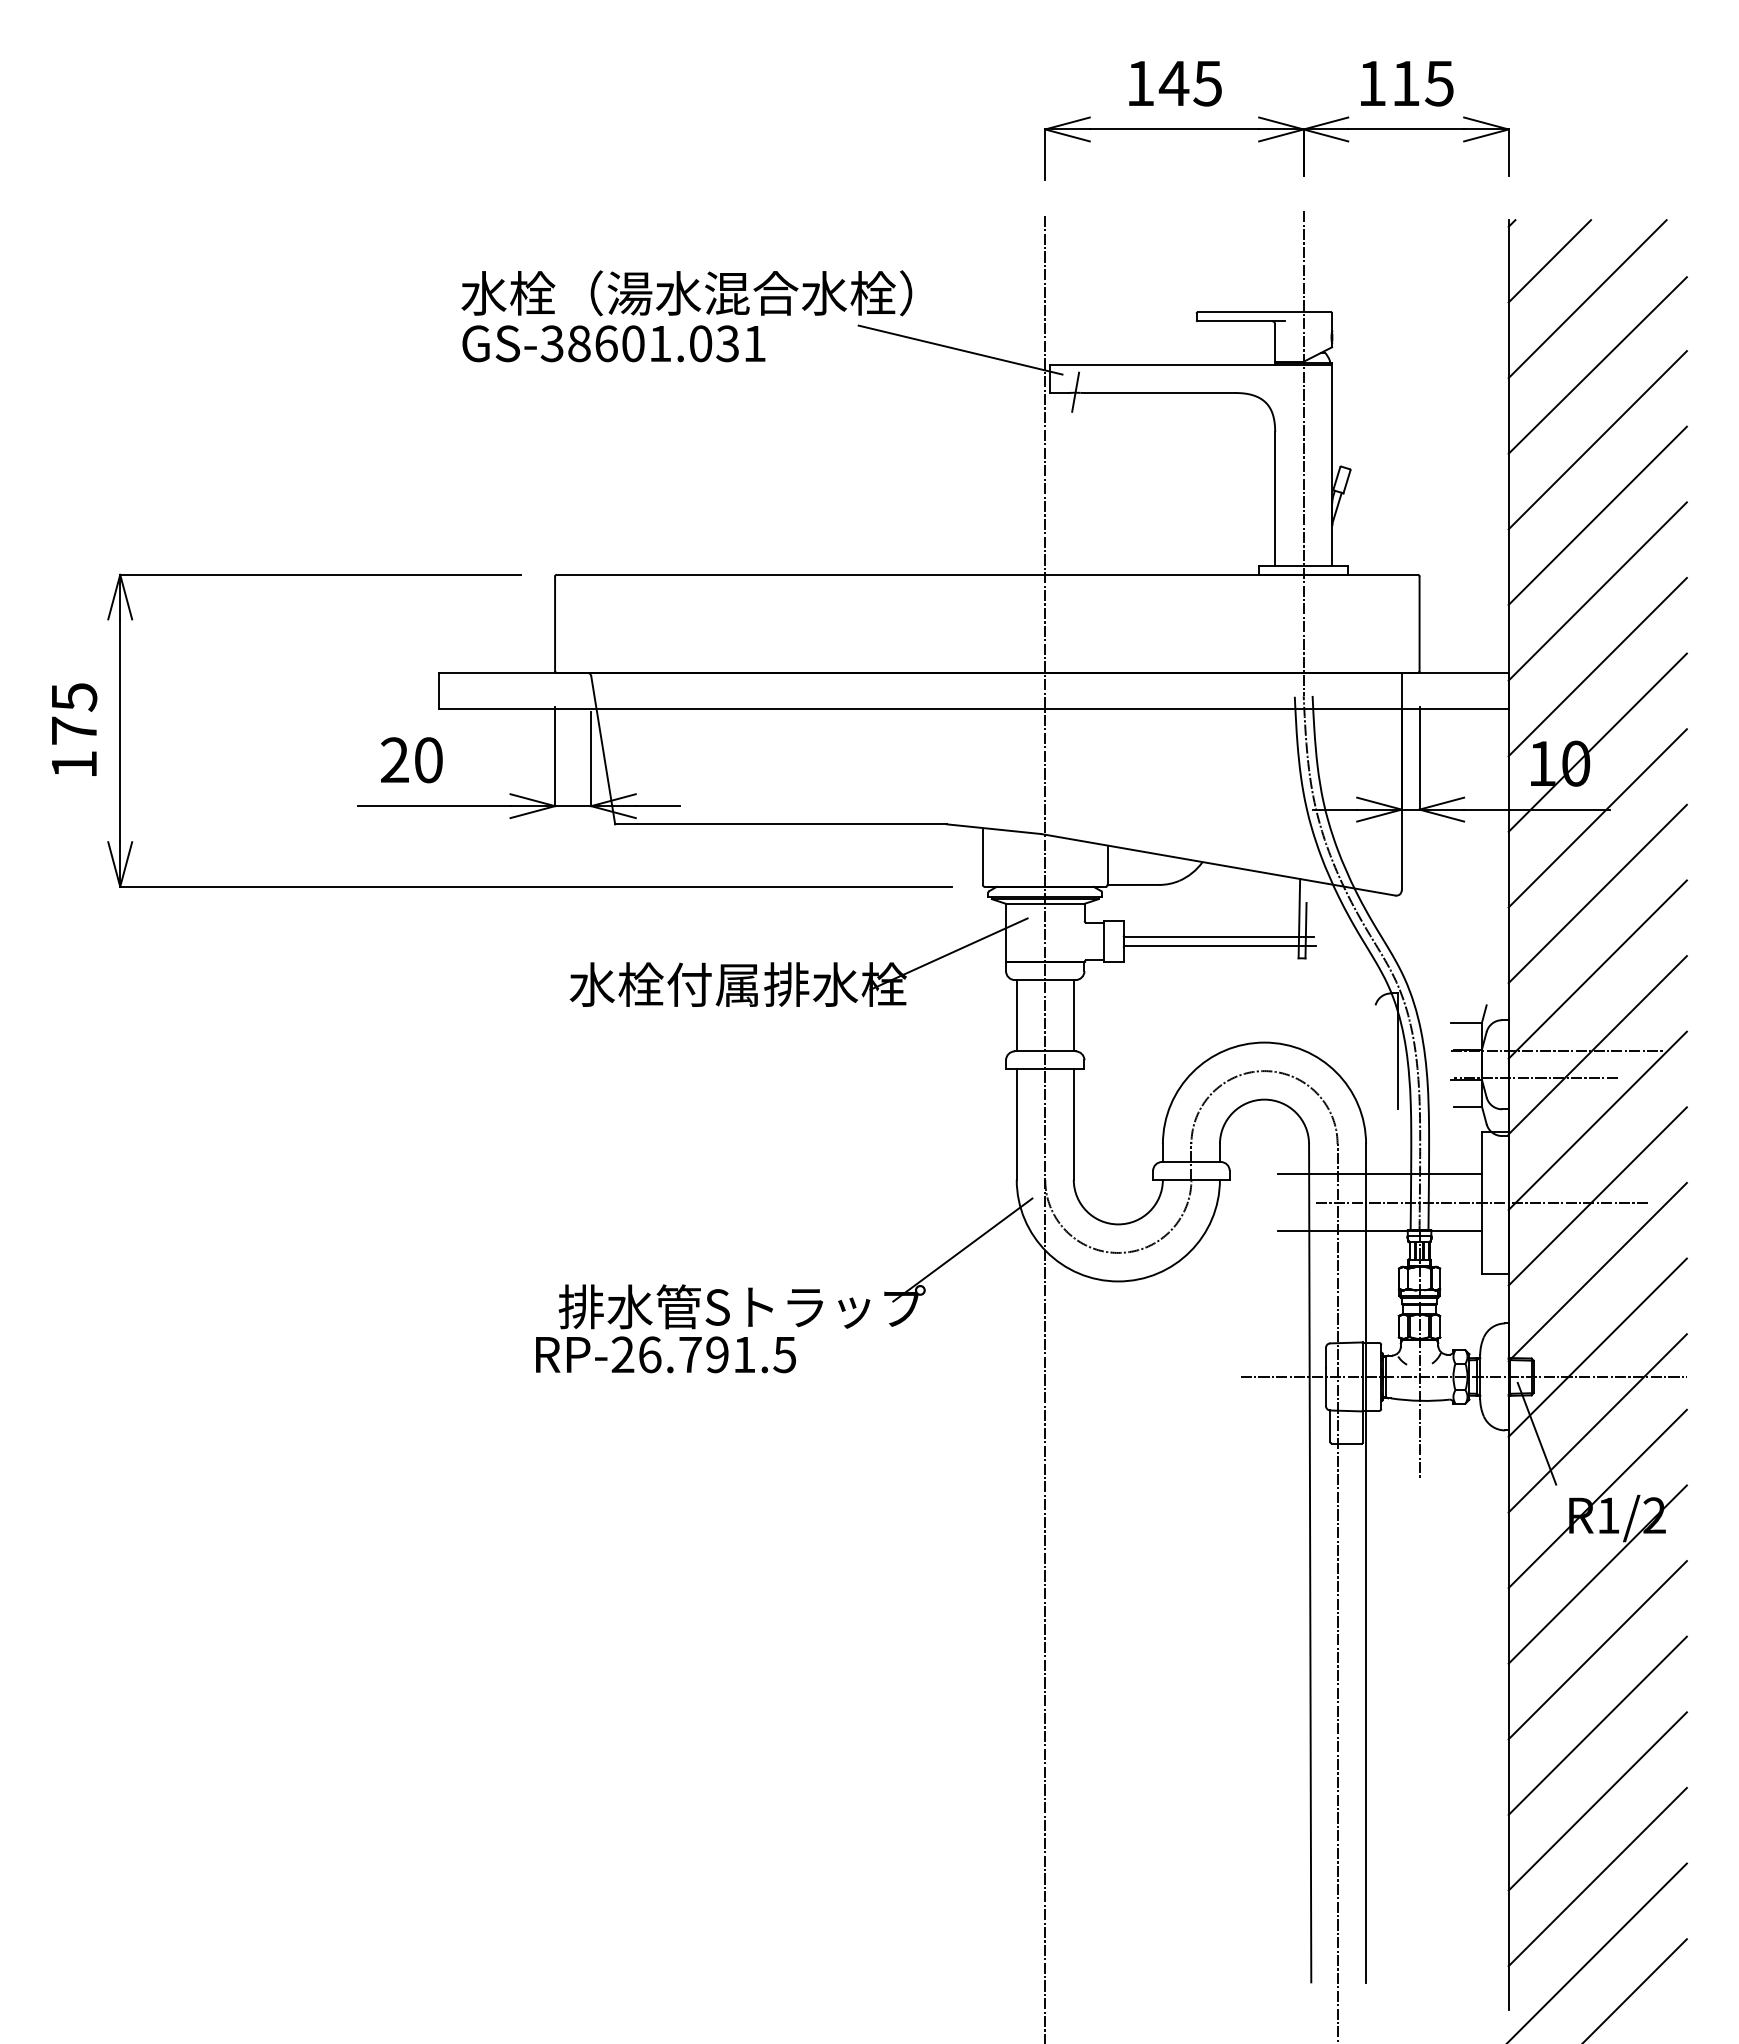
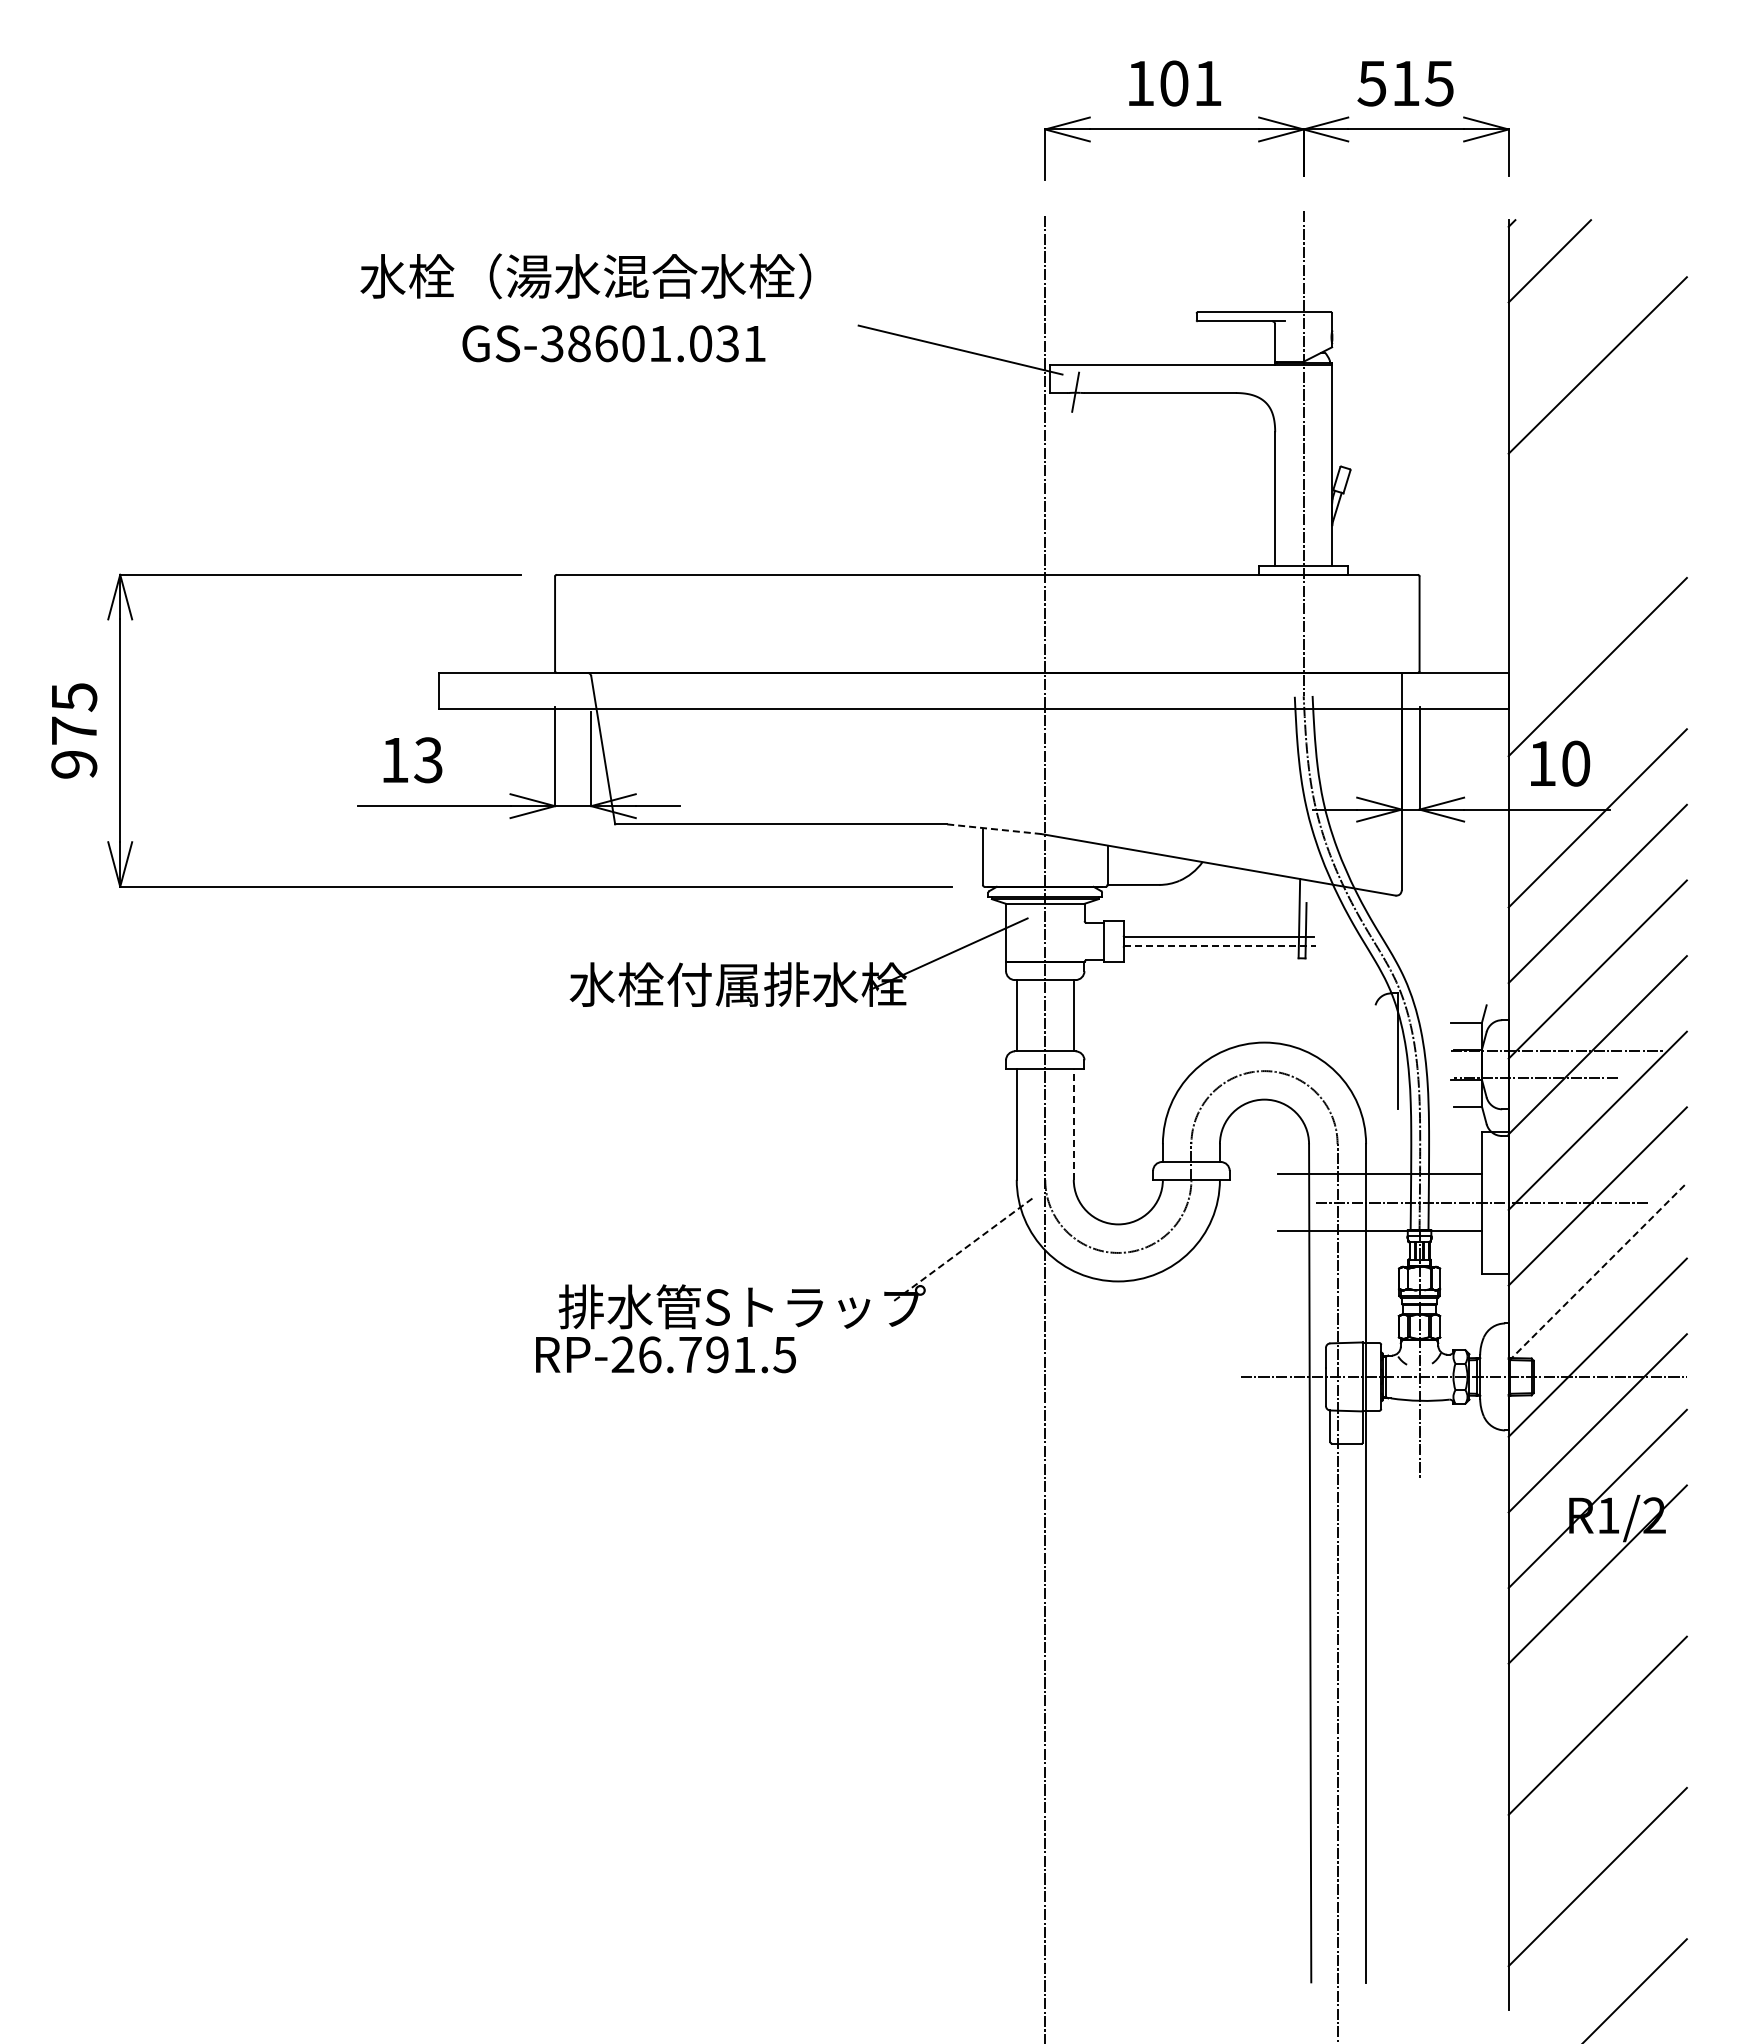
text at (1189, 83): 145 -> 101
text at (1371, 83): 115 -> 515
text at (686, 293) position: (686, 293) -> (585, 276)
line at (1587, 299): present -> none
line at (1597, 440): present -> none
line at (1597, 515): present -> none
line at (1597, 591): present -> none
line at (1597, 742): present -> none
text at (411, 760): 20 -> 13
text at (74, 764): 175 -> 975
line at (994, 829): solid -> dashed
line at (1220, 946): solid -> dashed
line at (1073, 1124): solid -> dashed
line at (962, 1250): solid -> dashed
line at (1598, 1271): solid -> dashed
line at (1536, 1433): present -> none
line at (1597, 1650): present -> none
line at (1597, 1801): present -> none
line at (1597, 1951): present -> none
